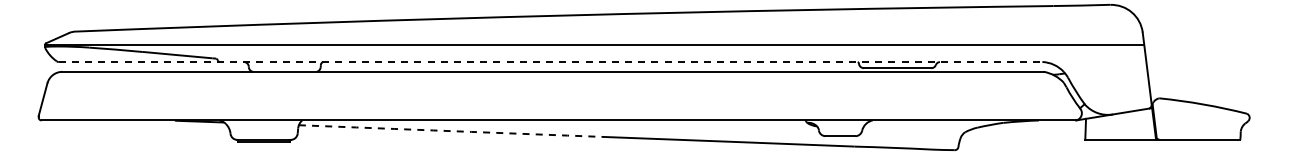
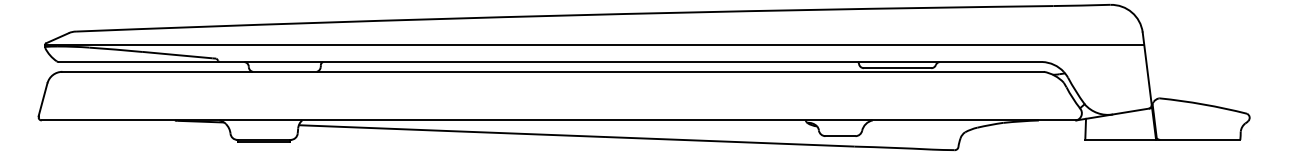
line at (550, 62): dashed -> solid
arc at (452, 131): dashed -> solid
